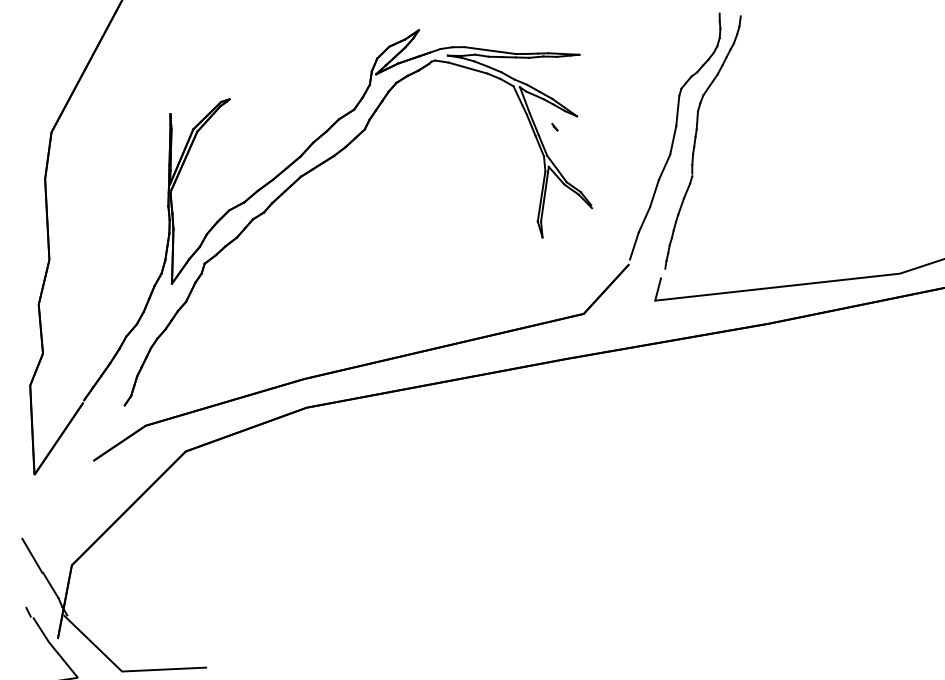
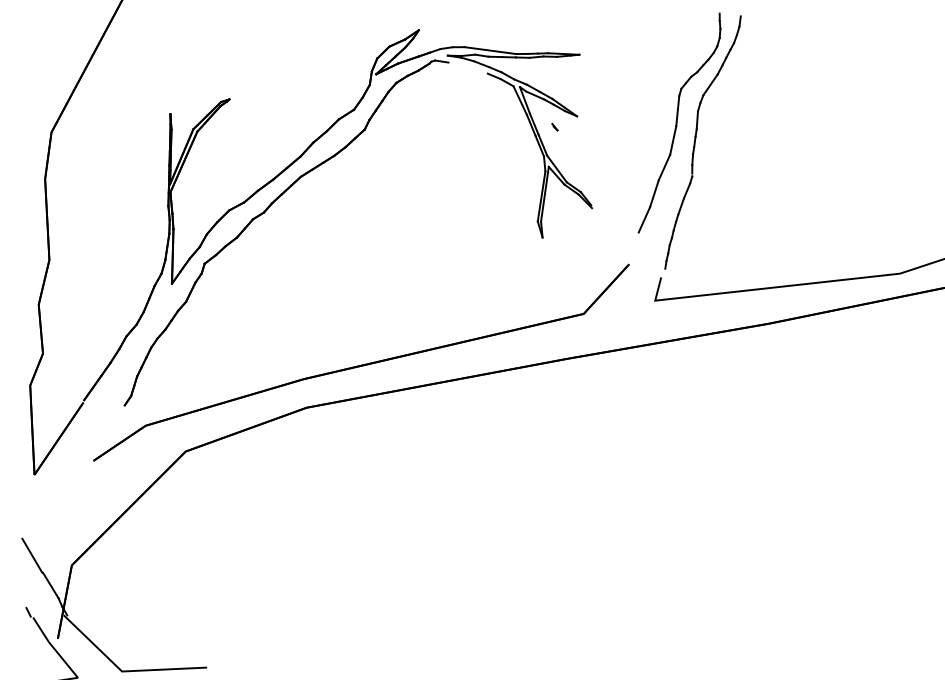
line at (467, 67): present -> none
line at (634, 245): present -> none
